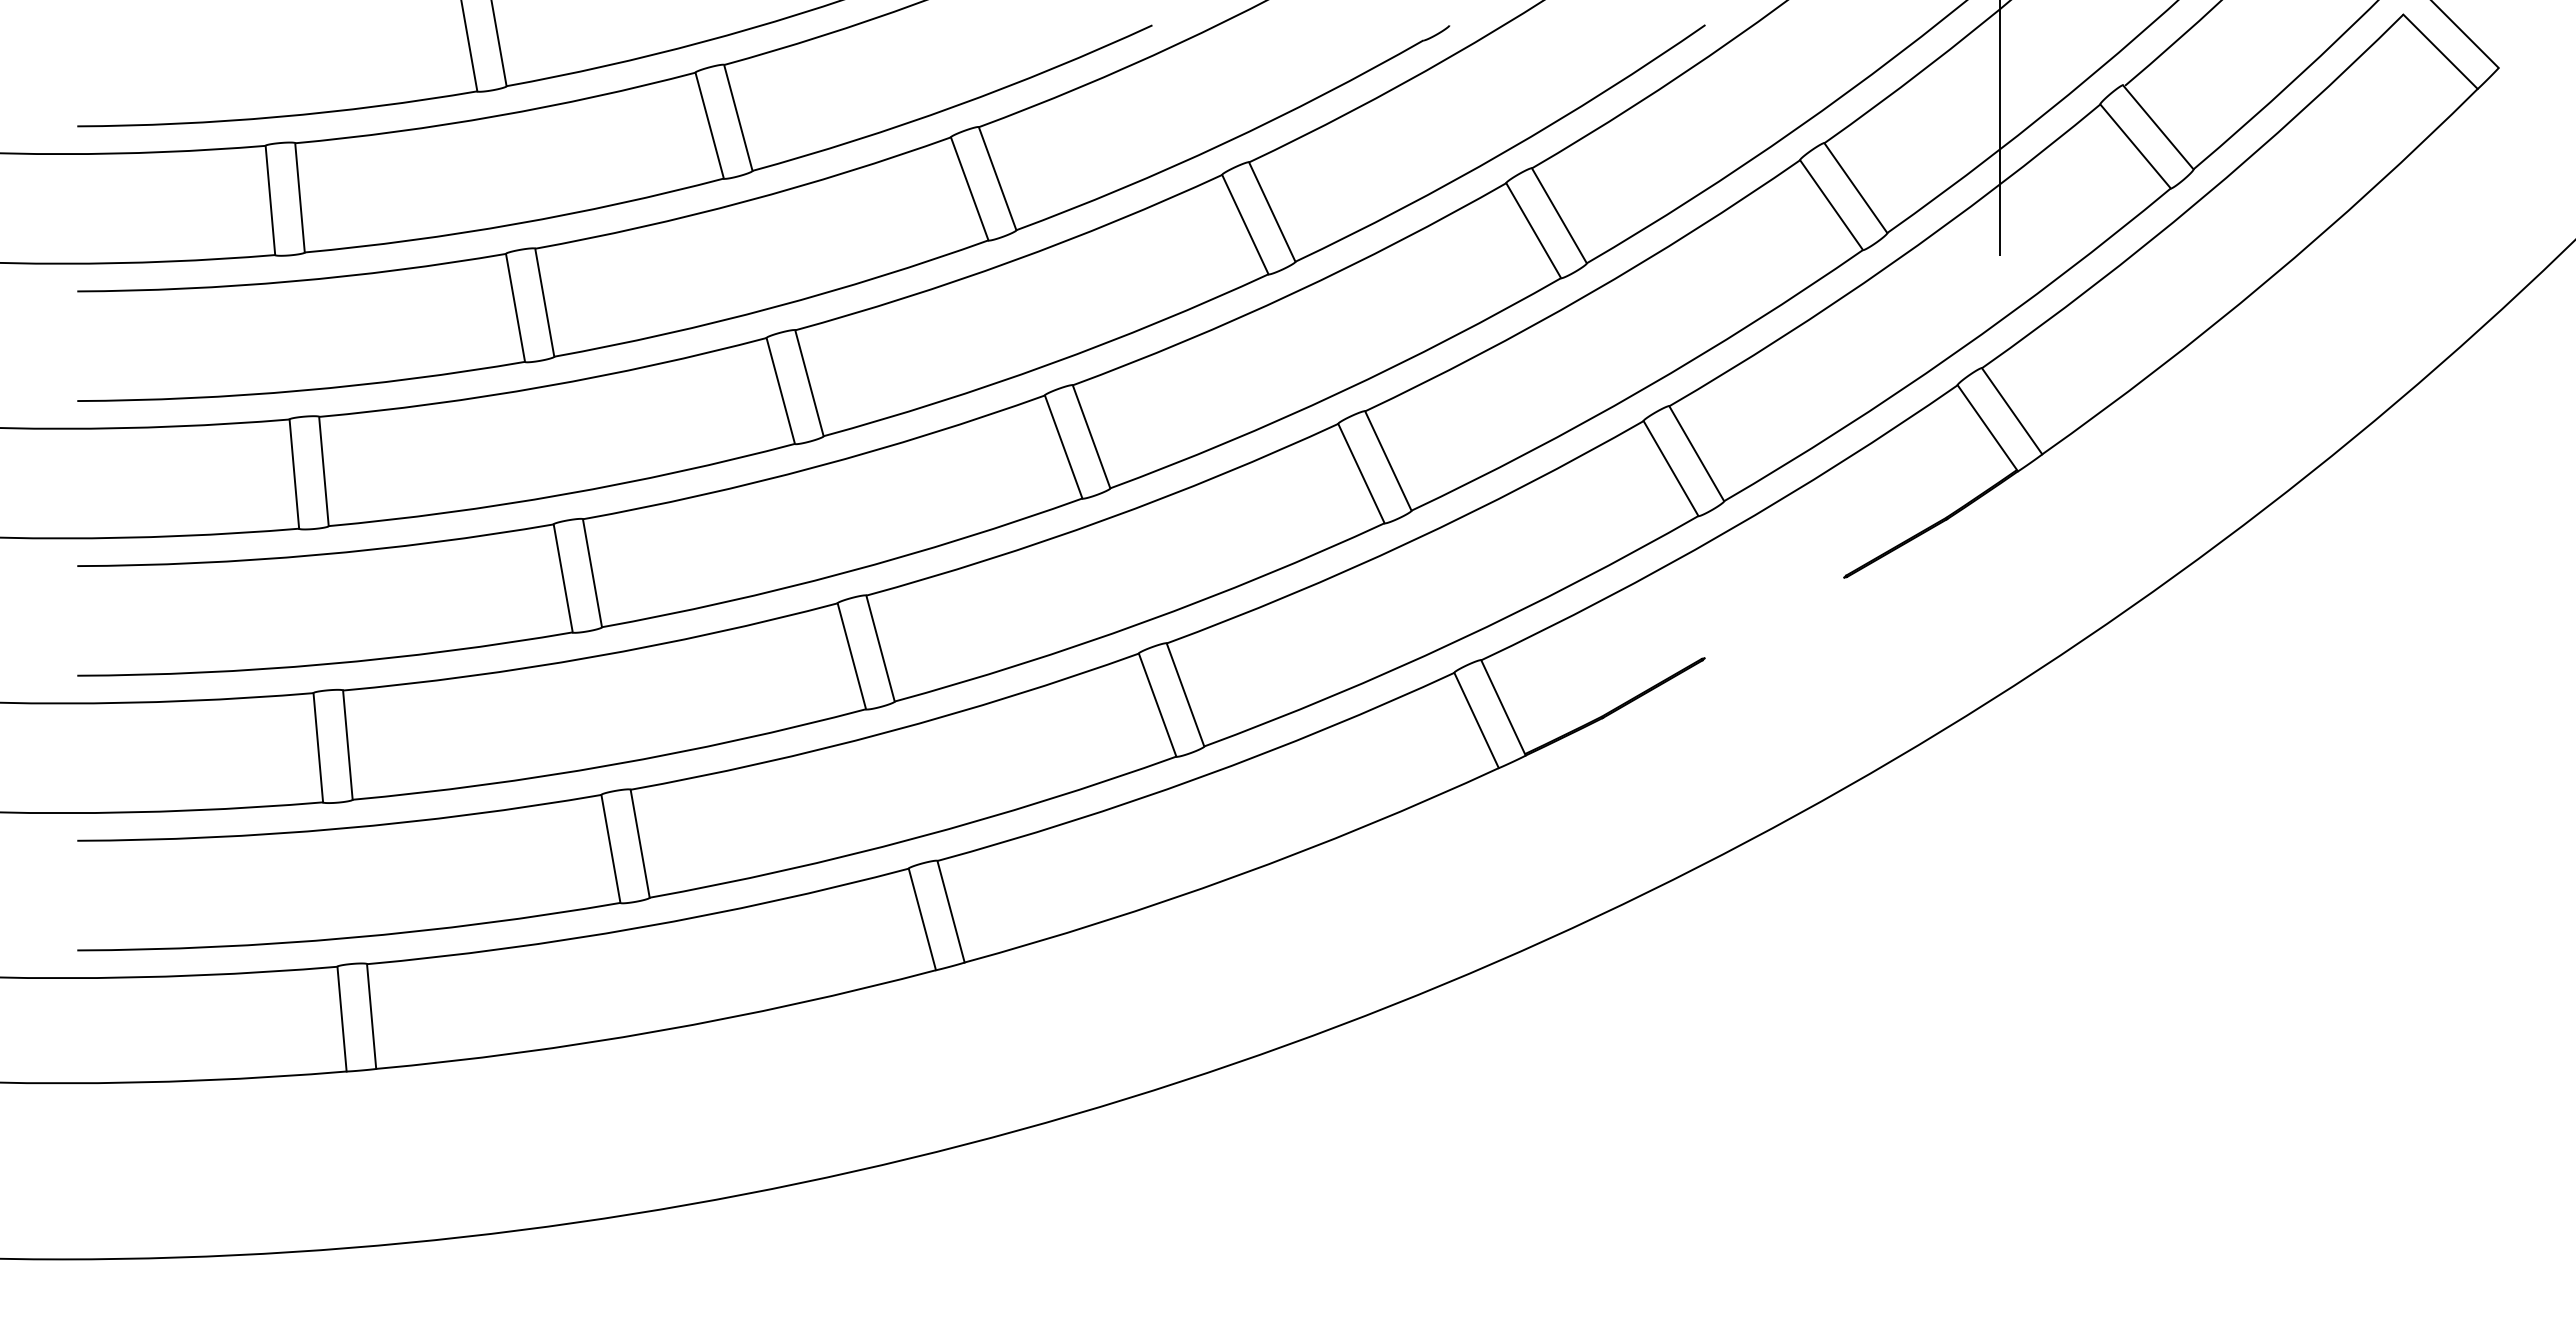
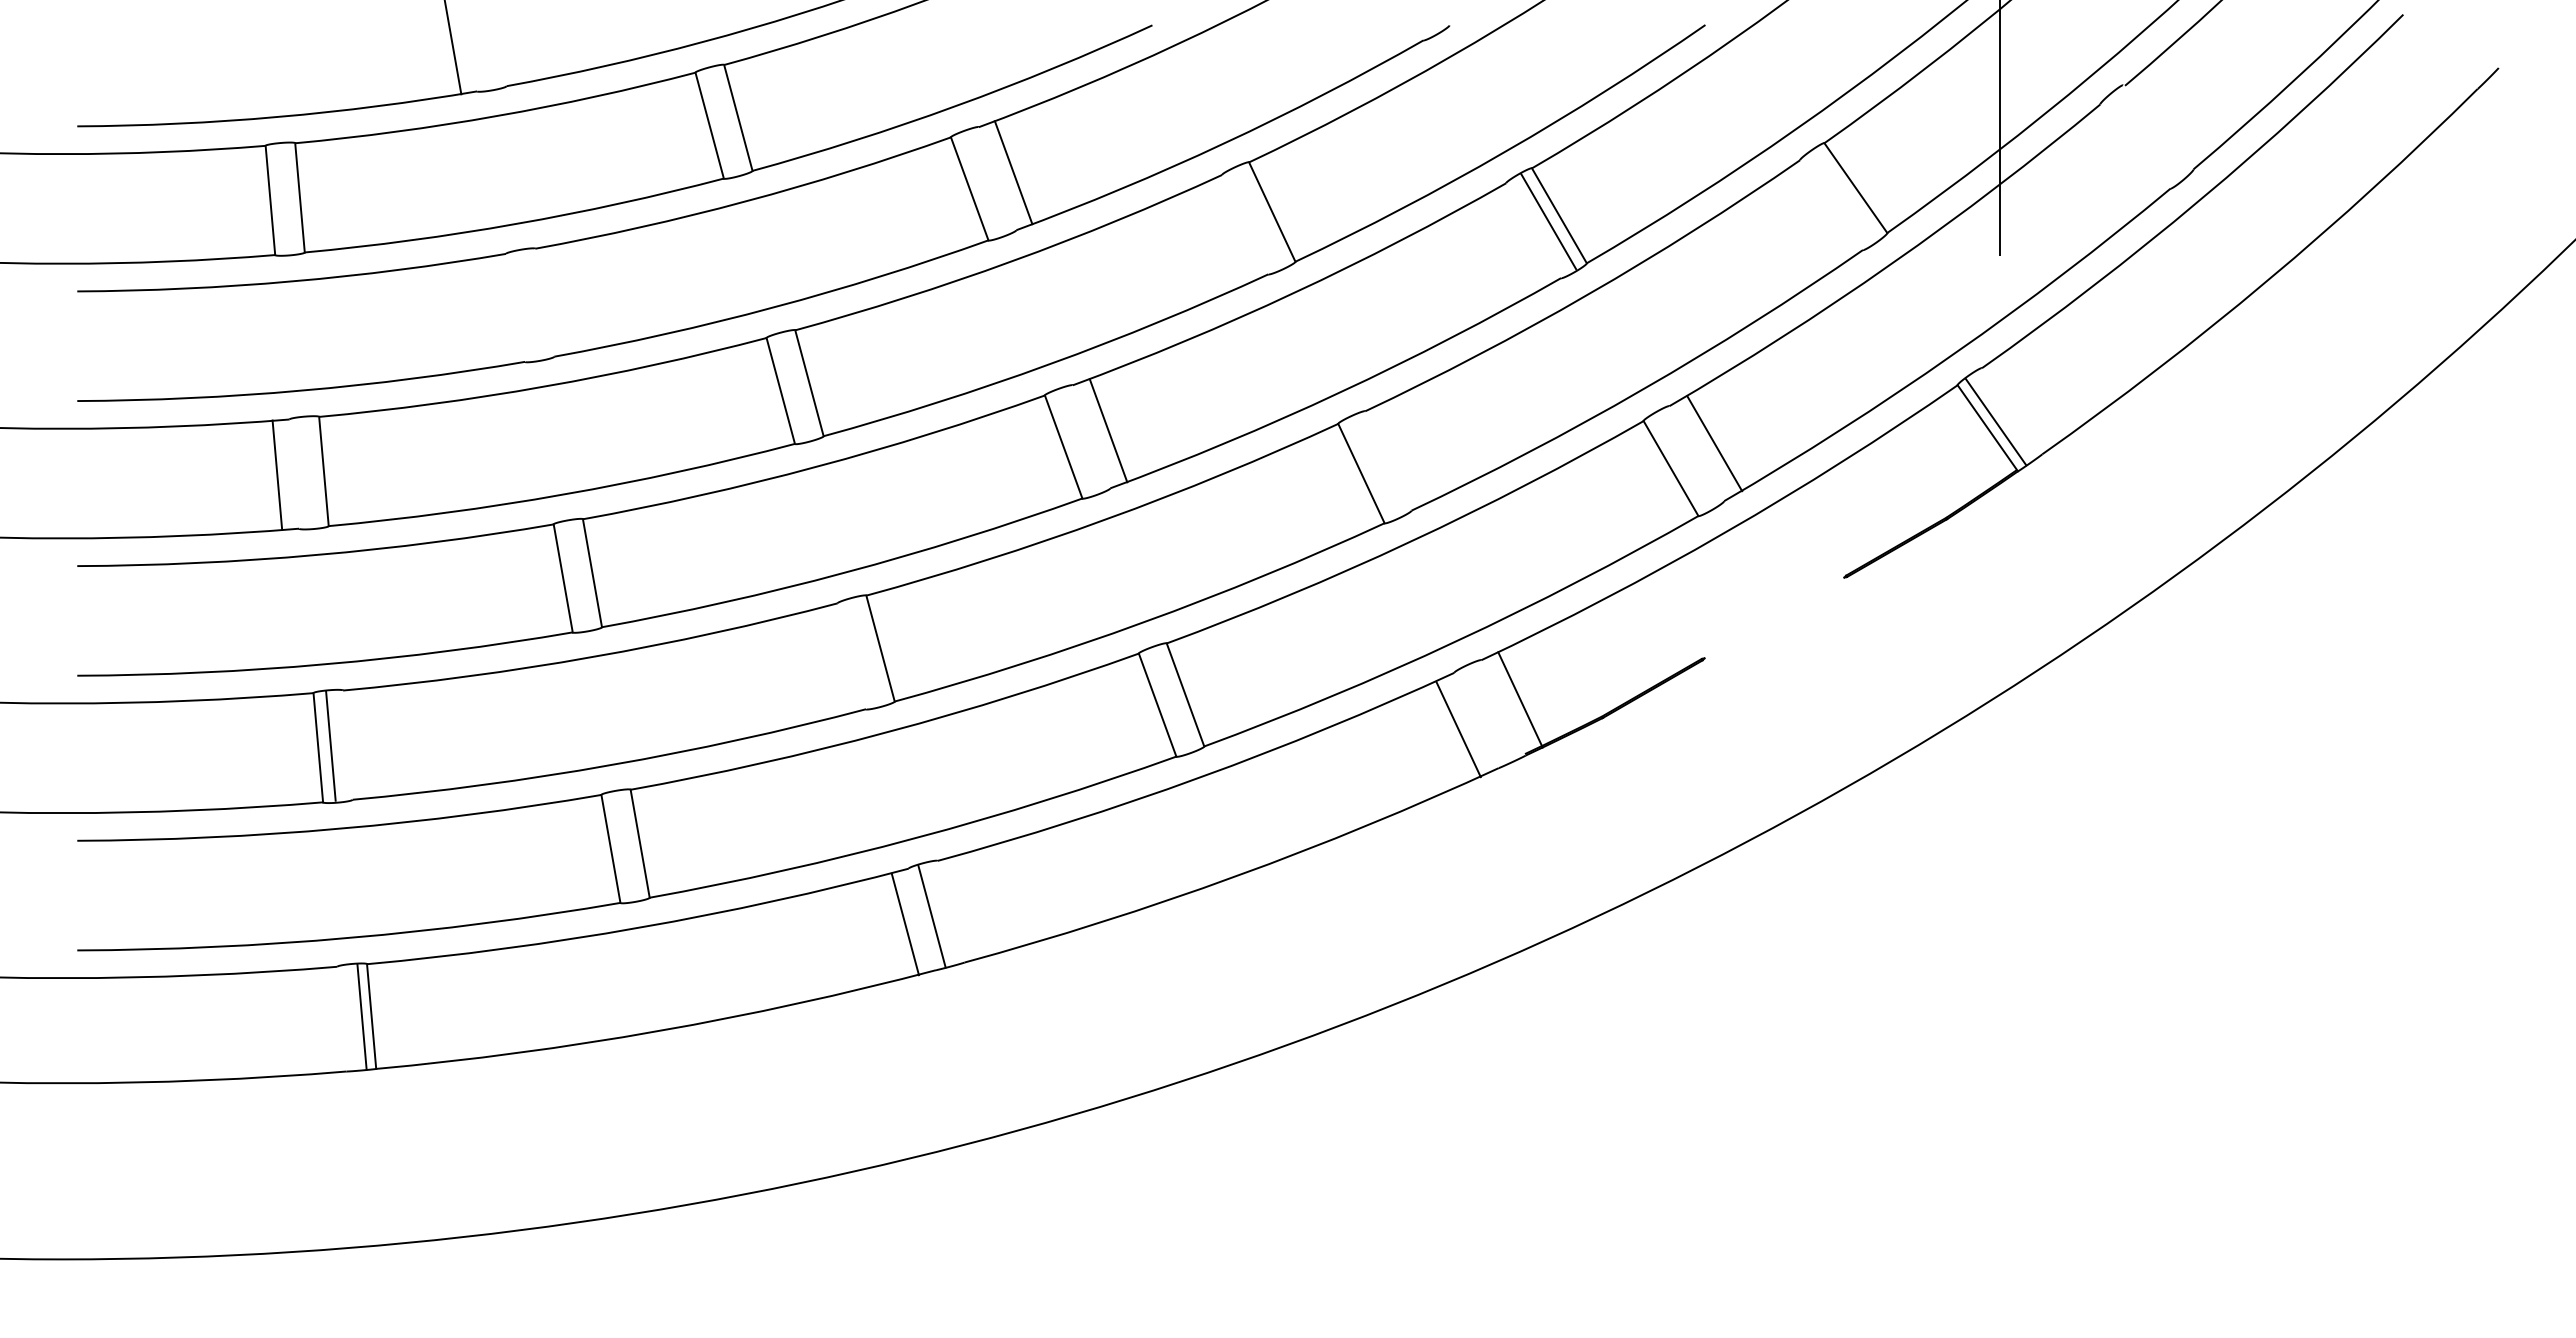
line at (2465, 34): present -> none
line at (498, 44): present -> none
line at (469, 46) position: (469, 46) -> (453, 48)
line at (2440, 51): present -> none
line at (2158, 127): present -> none
line at (2135, 146): present -> none
line at (997, 178) position: (997, 178) -> (1013, 172)
line at (1831, 205): present -> none
line at (1245, 224): present -> none
line at (1533, 230) position: (1533, 230) -> (1548, 221)
line at (544, 302): present -> none
line at (515, 307): present -> none
line at (2012, 411) position: (2012, 411) -> (1996, 422)
line at (1091, 436) position: (1091, 436) -> (1108, 430)
line at (1696, 453) position: (1696, 453) -> (1714, 443)
line at (1388, 460): present -> none
line at (294, 473) position: (294, 473) -> (277, 474)
line at (851, 656): present -> none
line at (1503, 707) position: (1503, 707) -> (1520, 699)
line at (1476, 720) position: (1476, 720) -> (1458, 729)
line at (347, 744) position: (347, 744) -> (330, 745)
line at (950, 911) position: (950, 911) -> (931, 916)
line at (921, 919) position: (921, 919) -> (904, 924)
line at (341, 1018) position: (341, 1018) -> (361, 1016)
